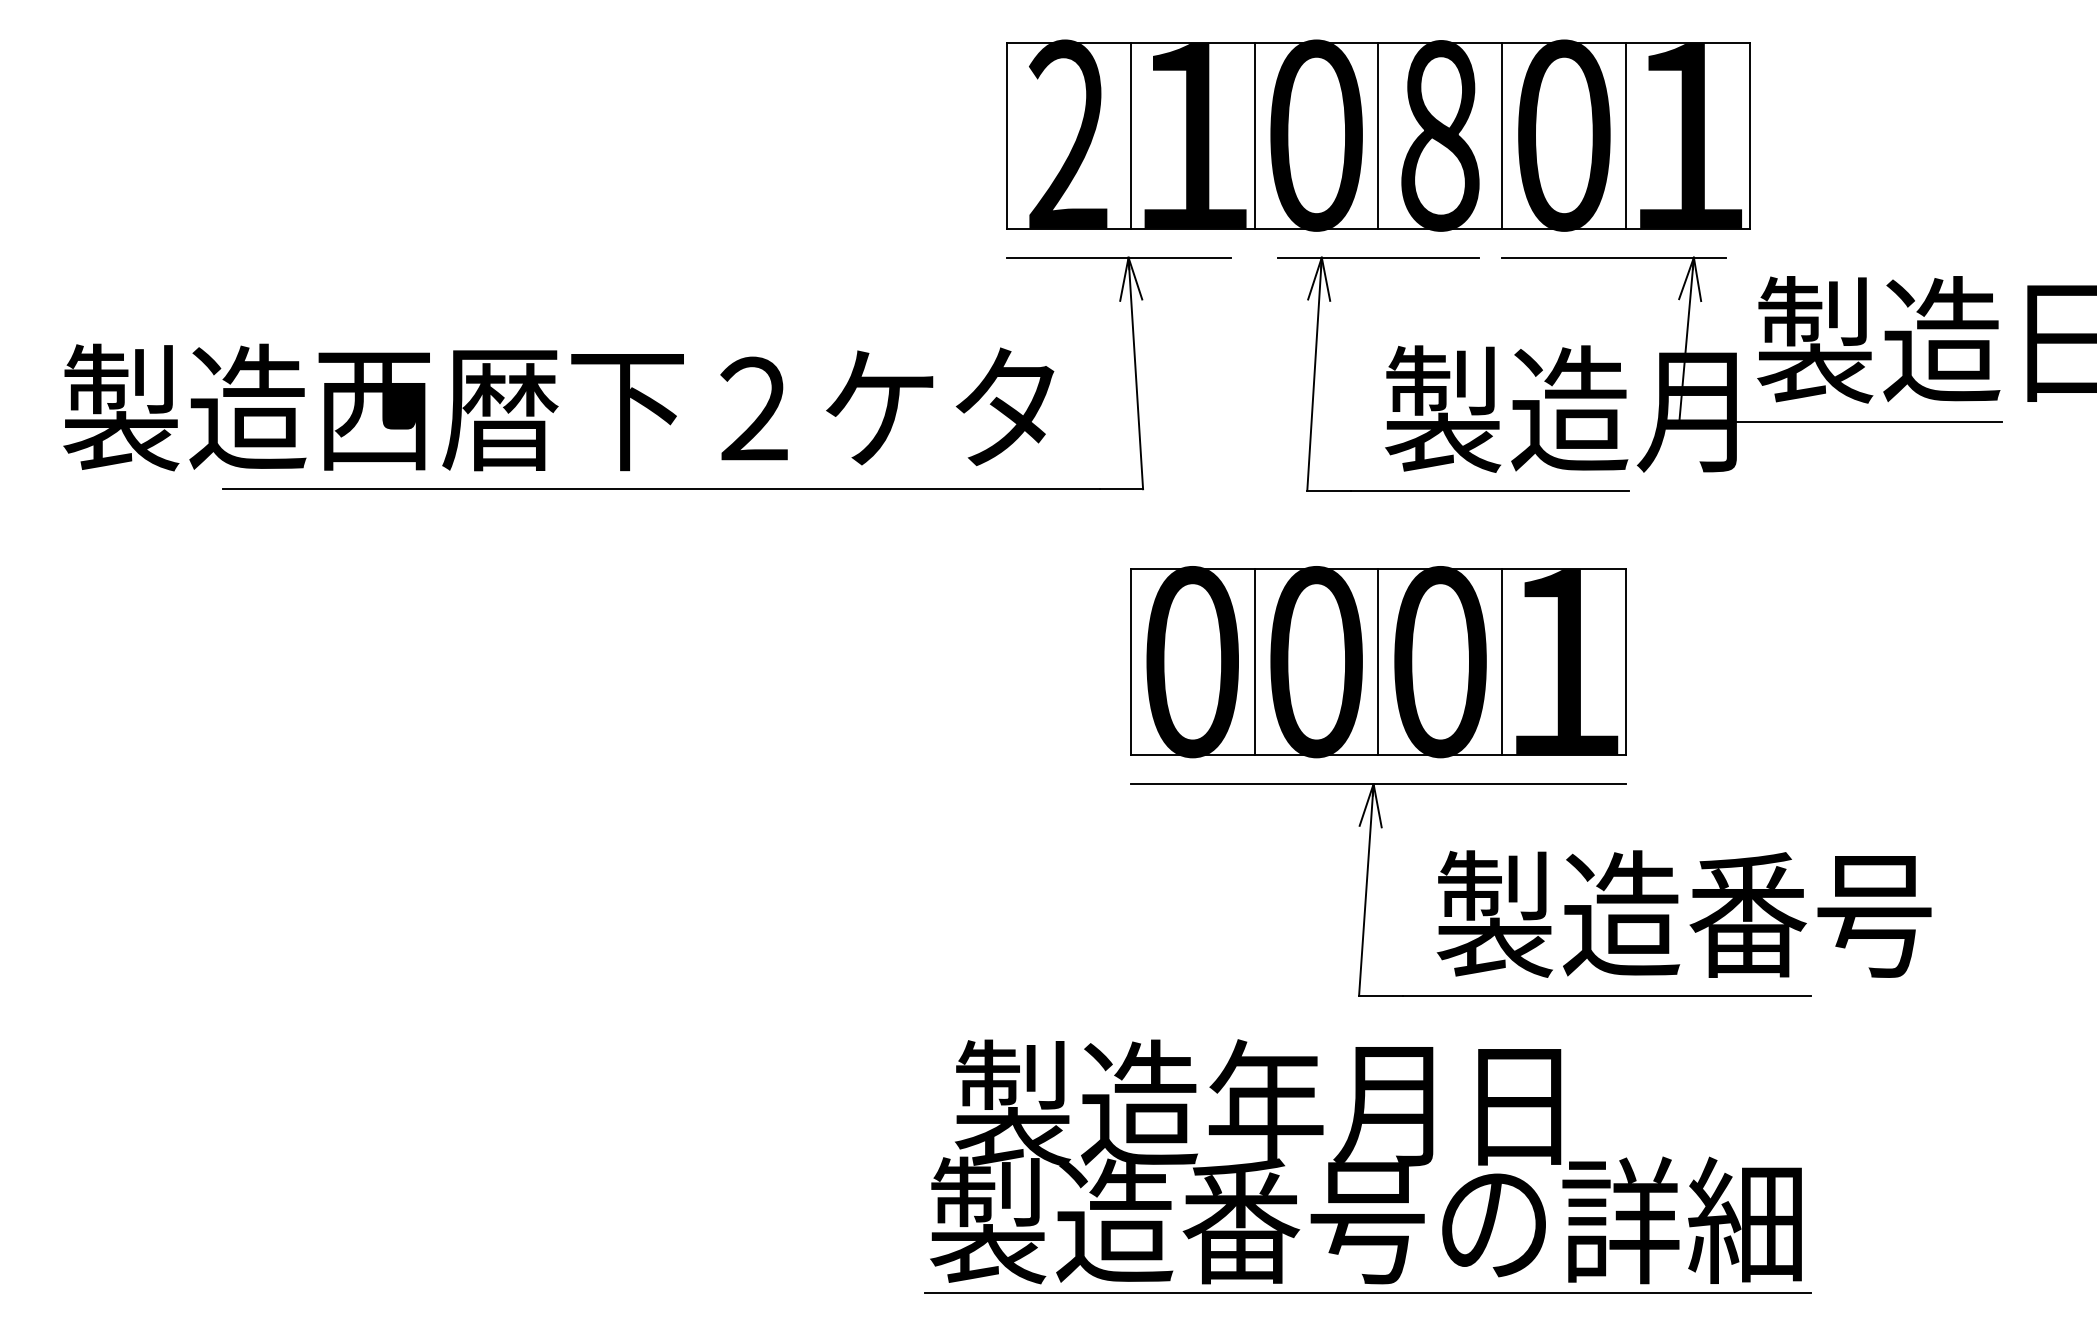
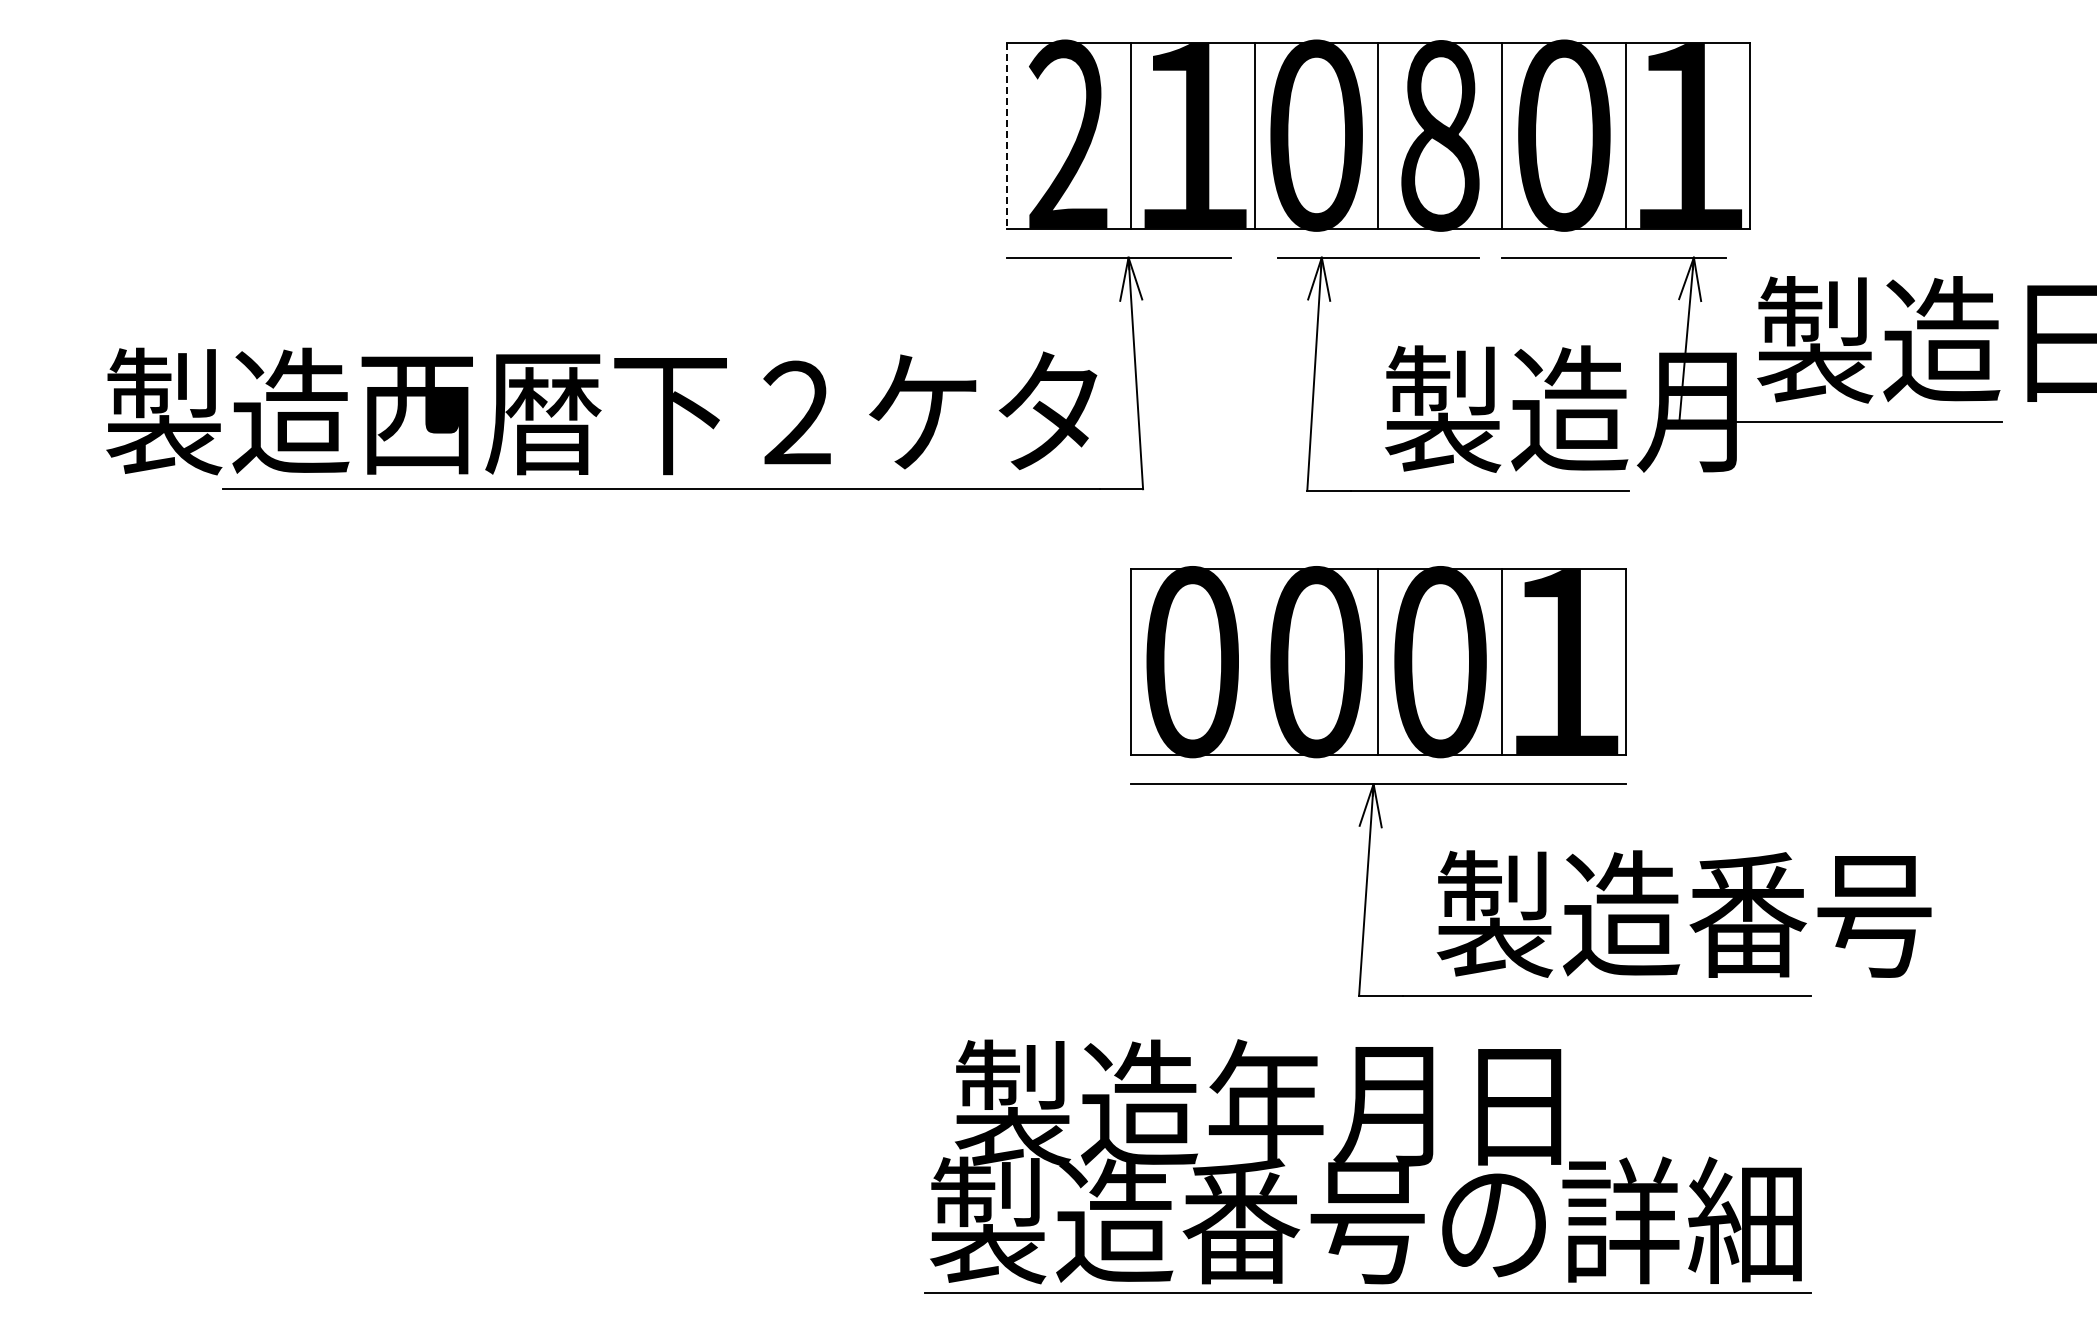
line at (1006, 135): solid -> dashed
text at (558, 407) position: (558, 407) -> (601, 411)
line at (1254, 662): present -> none
